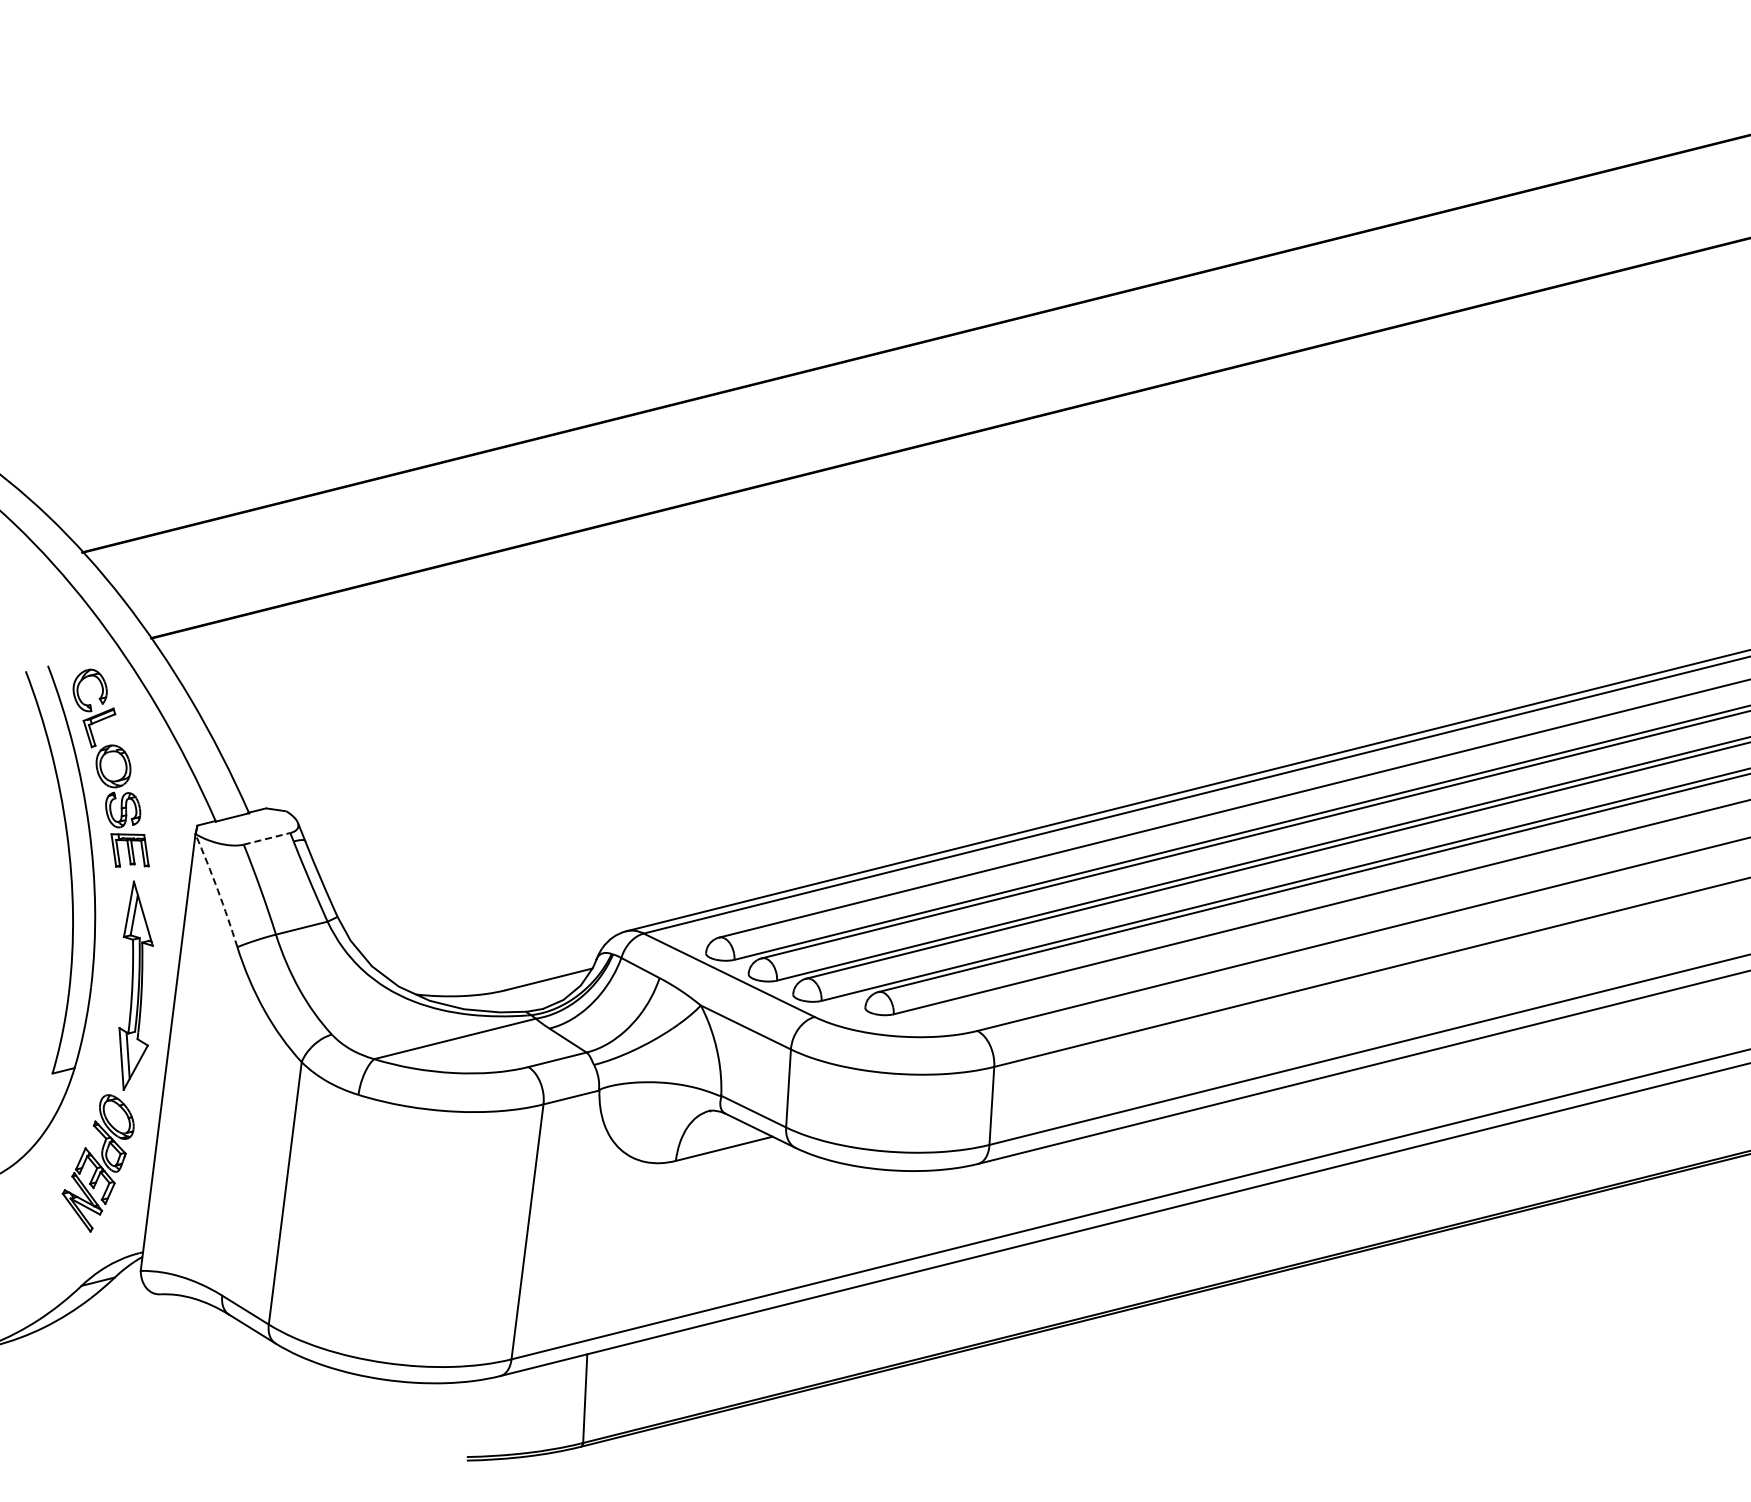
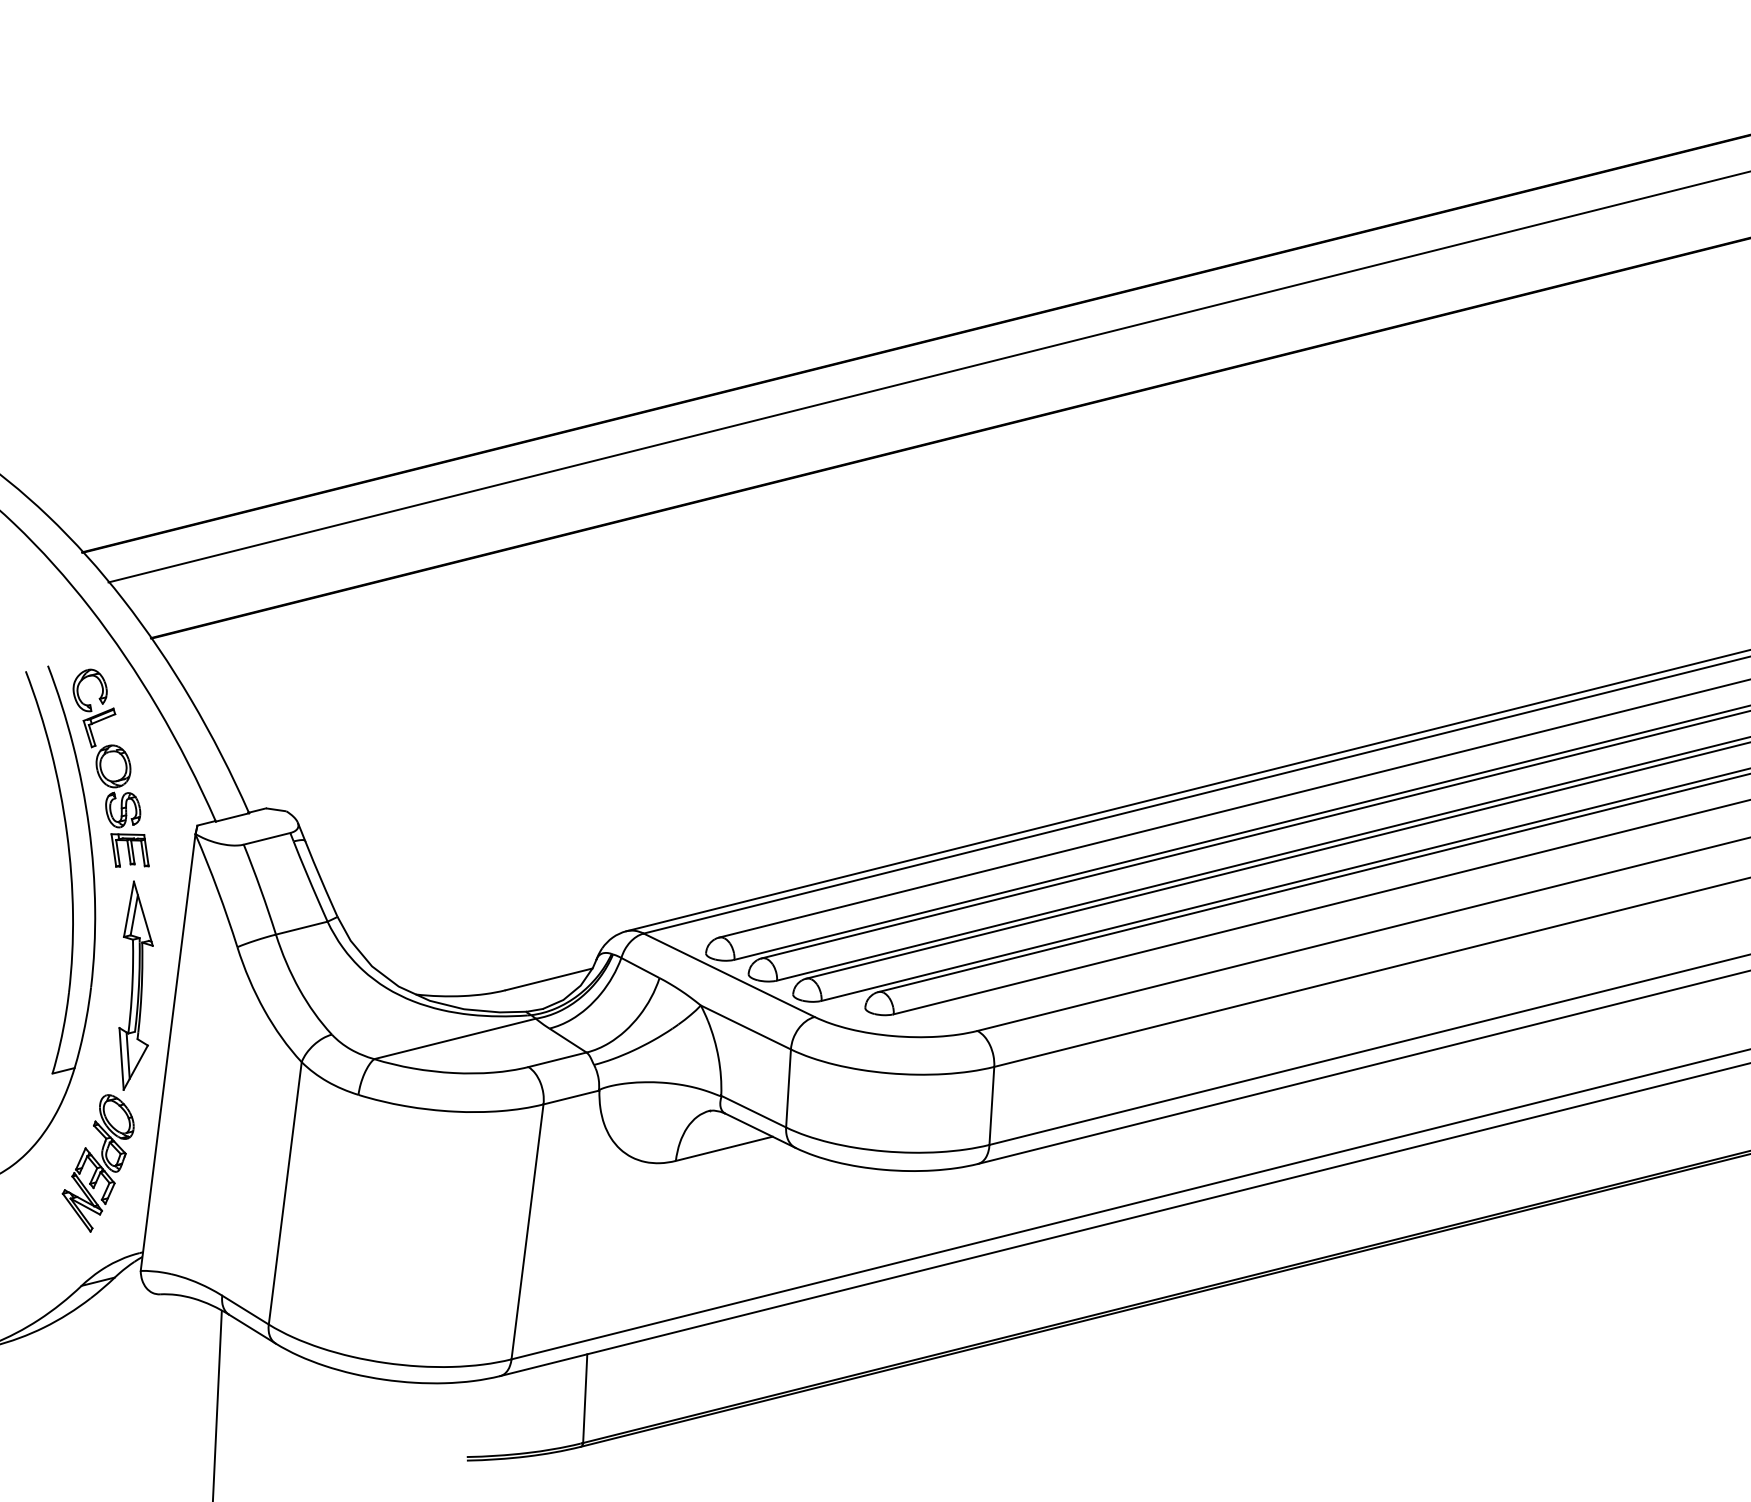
line at (927, 377): none -> present
line at (267, 838): dashed -> solid
arc at (217, 890): dashed -> solid
line at (217, 1404): none -> present
